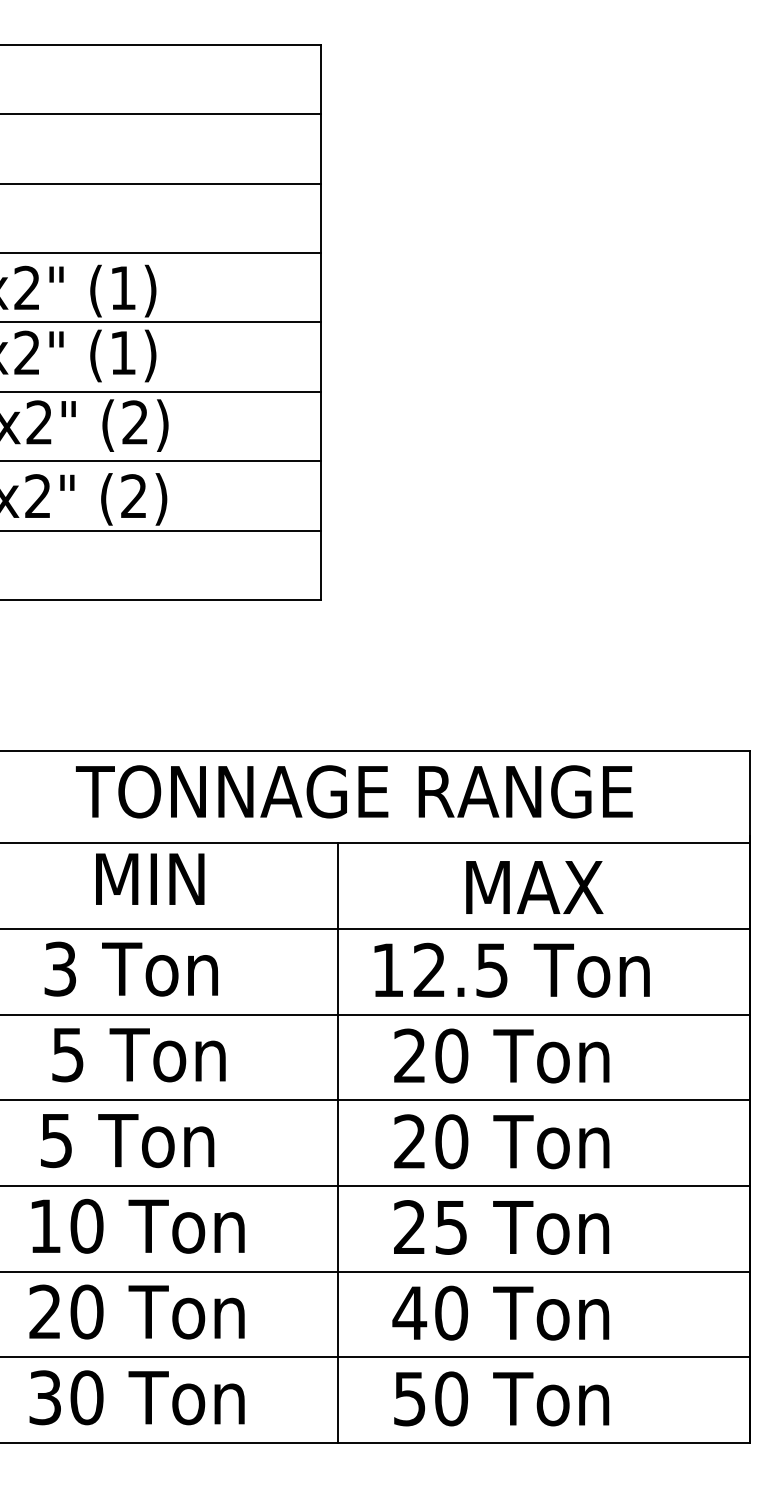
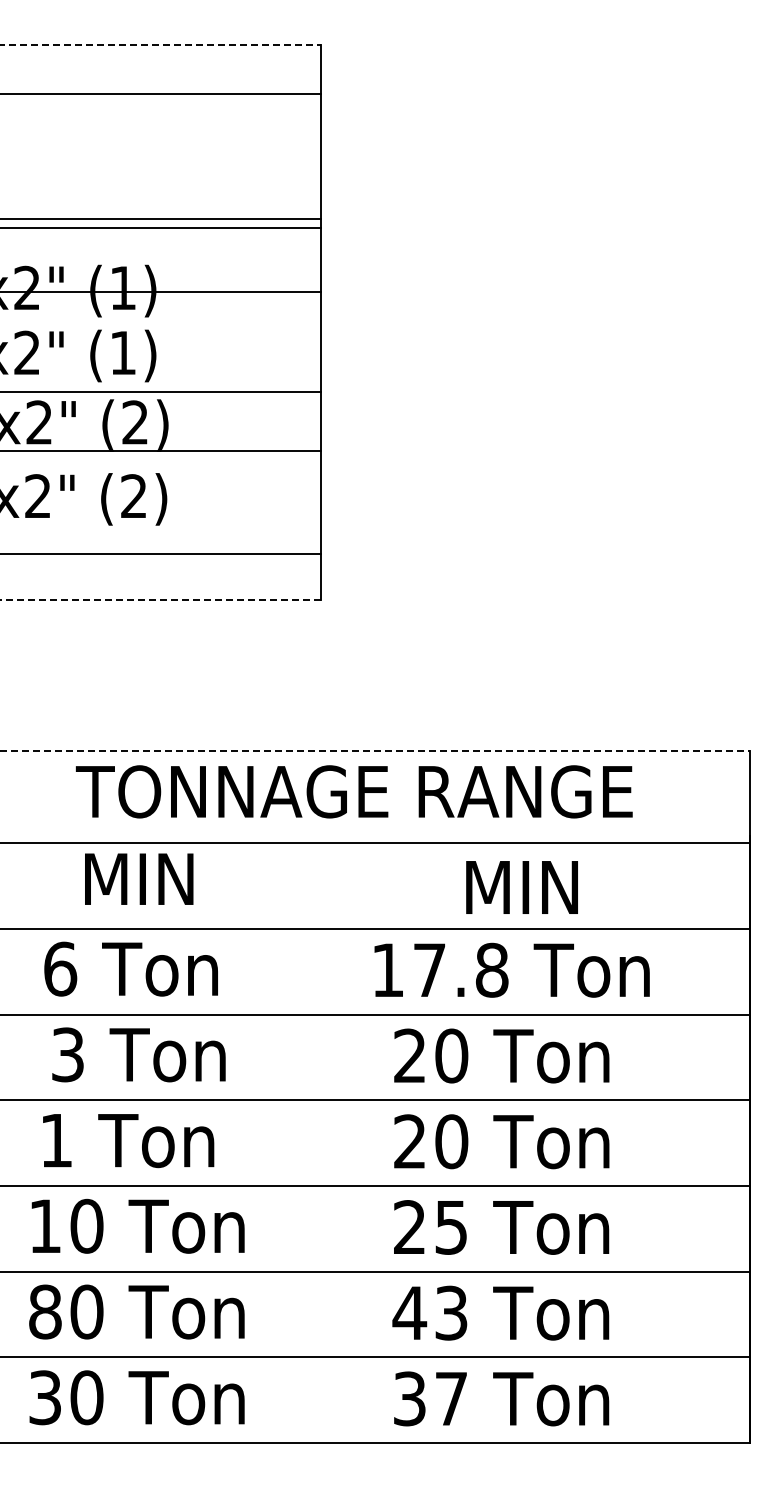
line at (161, 44): solid -> dashed
line at (161, 114) position: (161, 114) -> (161, 94)
line at (161, 183) position: (161, 183) -> (161, 218)
line at (161, 252) position: (161, 252) -> (161, 227)
line at (161, 322) position: (161, 322) -> (161, 292)
line at (161, 461) position: (161, 461) -> (161, 451)
line at (161, 530) position: (161, 530) -> (161, 553)
line at (160, 600): solid -> dashed
line at (375, 750): solid -> dashed
text at (150, 878) position: (150, 878) -> (139, 878)
text at (560, 887): MAX -> MIN
text at (60, 968): 3 -> 6
text at (460, 969): 12.5 -> 17.8
text at (67, 1054): 5 -> 3
text at (56, 1141): 5 -> 1
line at (338, 1143): present -> none
text at (45, 1311): 20 -> 80
text at (451, 1312): 40 -> 43
text at (431, 1398): 50 -> 37
